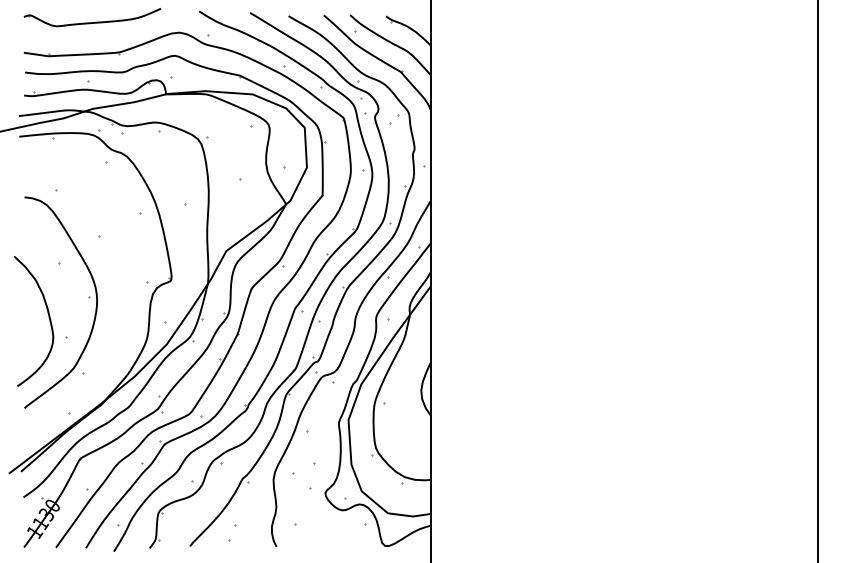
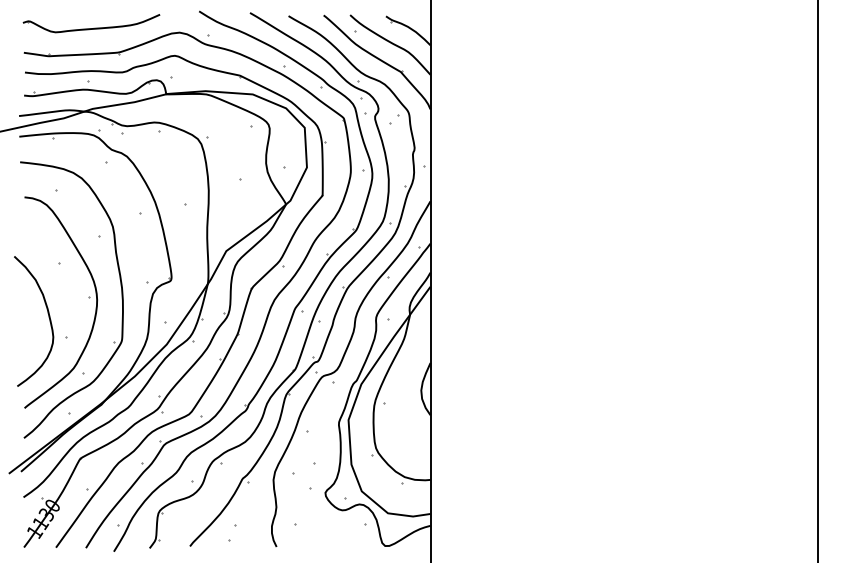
part at (92, 17) position: (92, 17) -> (91, 23)
part at (121, 299): none -> present
